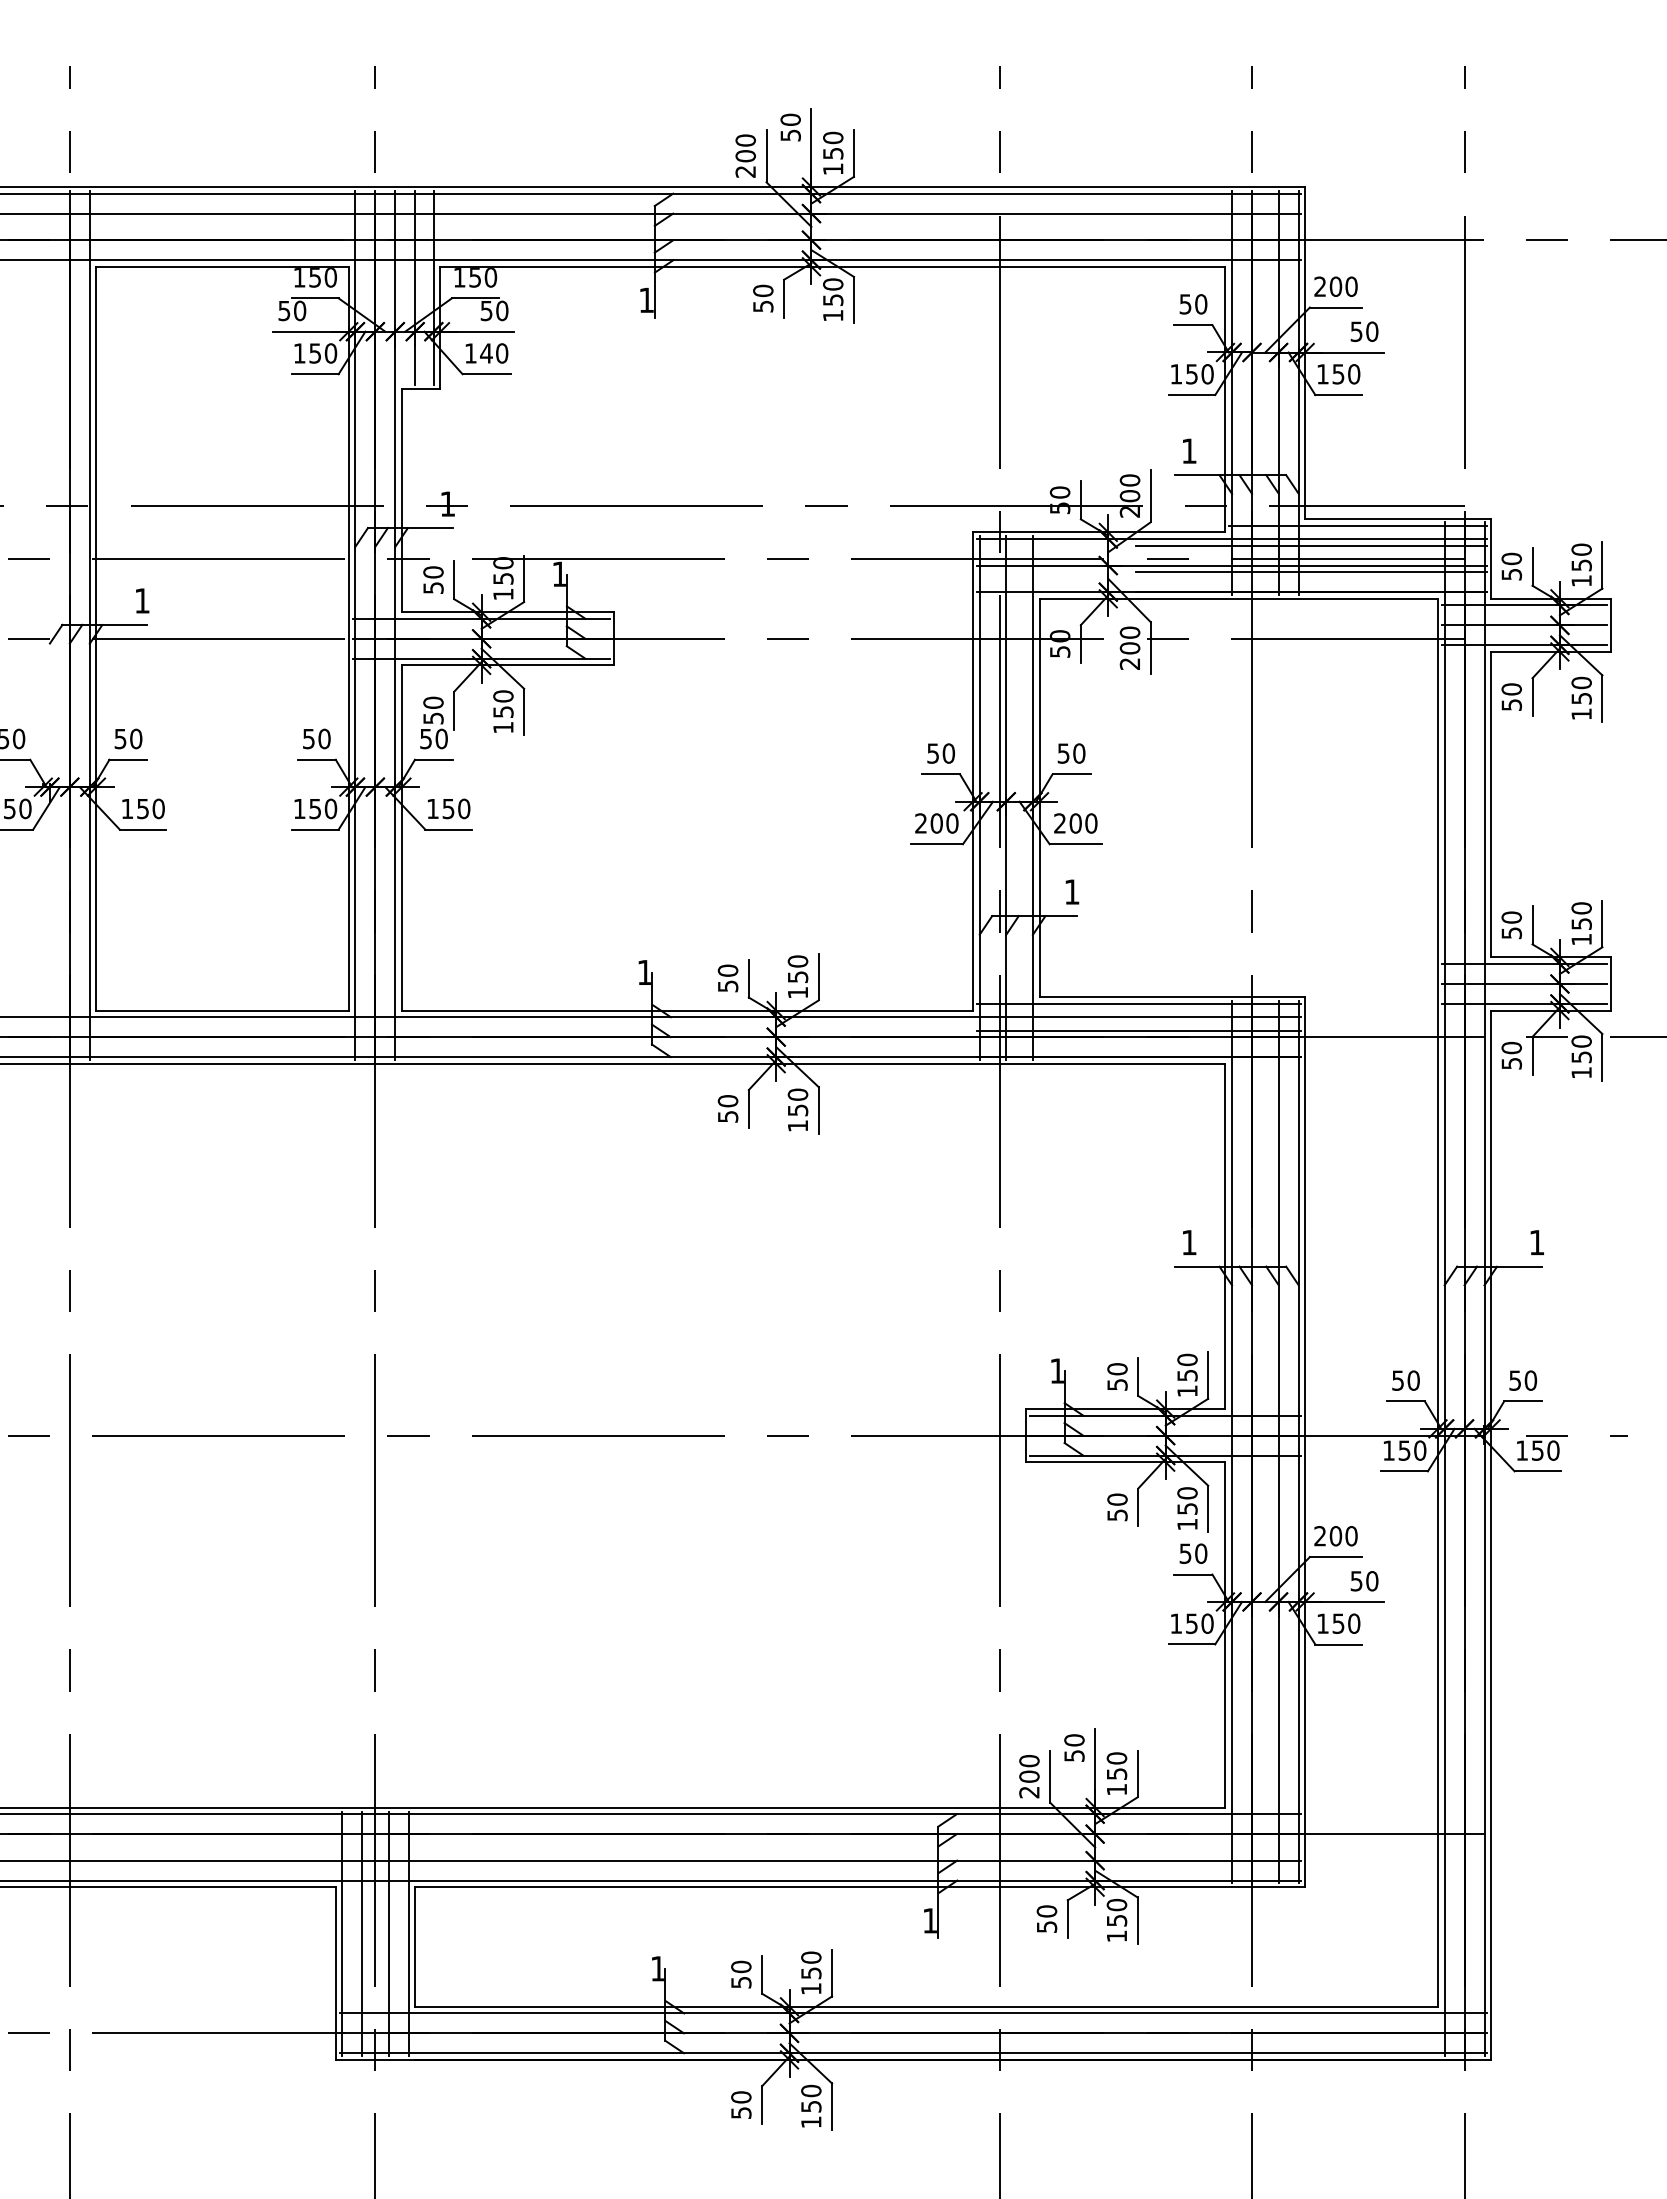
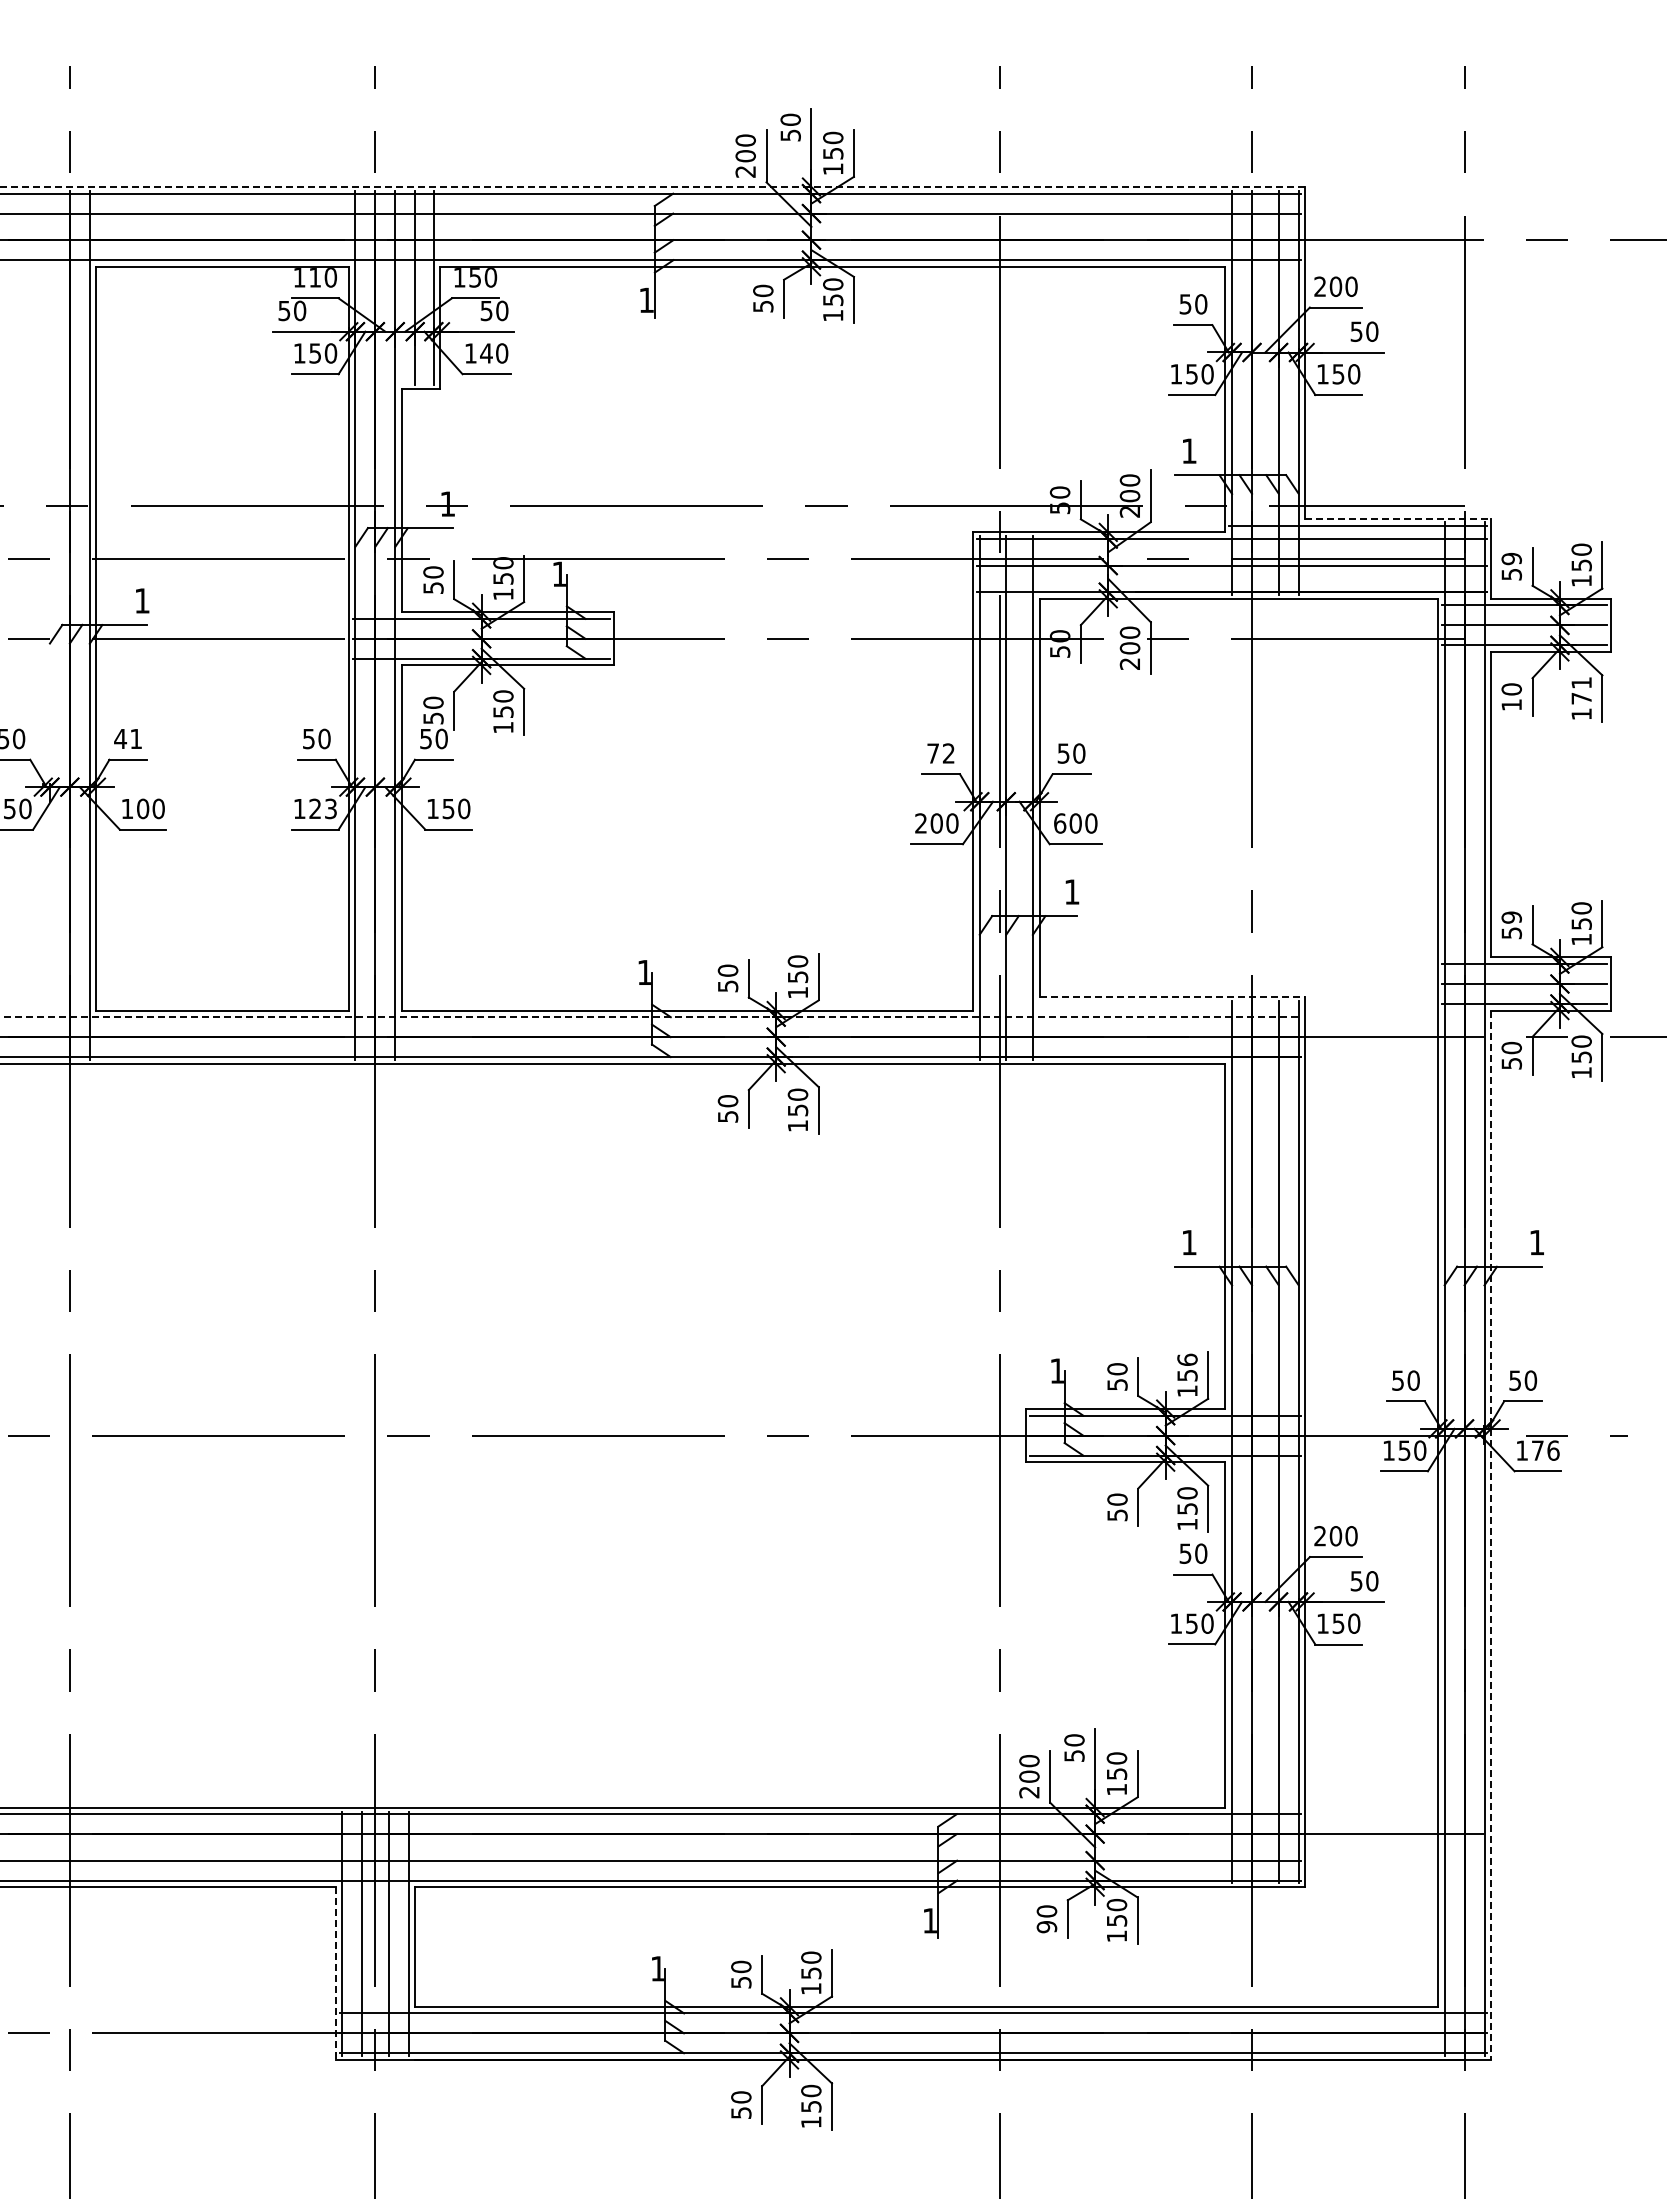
line at (653, 187): solid -> dashed
text at (314, 277): 150 -> 110
line at (1398, 519): solid -> dashed
line at (1311, 545): present -> none
text at (1511, 558): 50 -> 59
line at (1311, 572): present -> none
text at (1581, 690): 150 -> 171
text at (1511, 704): 50 -> 10
text at (128, 738): 50 -> 41
text at (940, 753): 50 -> 72
text at (143, 808): 150 -> 100
text at (323, 808): 150 -> 123
text at (1060, 823): 200 -> 600
text at (1511, 917): 50 -> 59
line at (1172, 997): solid -> dashed
line at (1139, 1003): present -> none
line at (651, 1017): solid -> dashed
line at (1139, 1030): present -> none
text at (1187, 1359): 150 -> 156
text at (1545, 1450): 150 -> 176
line at (1491, 1535): solid -> dashed
text at (1046, 1927): 50 -> 90
line at (335, 1974): solid -> dashed
